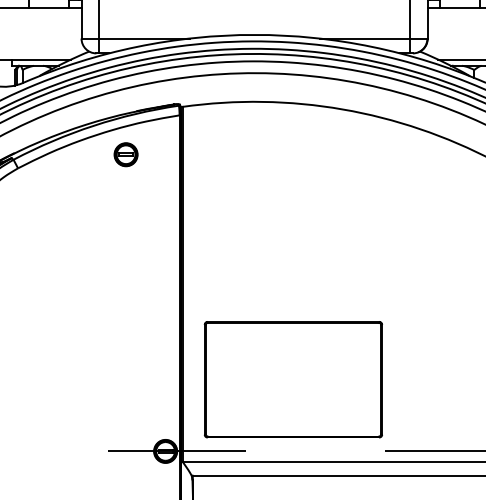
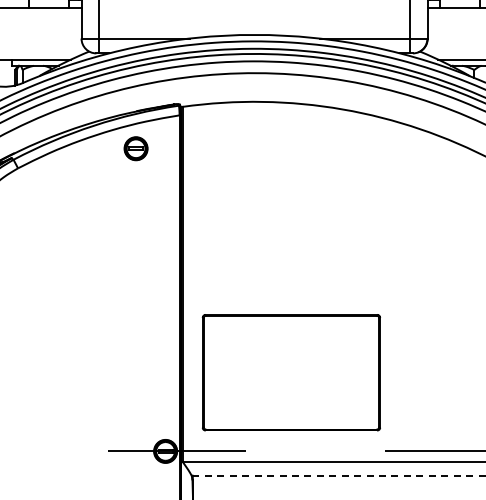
part at (125, 154) position: (125, 154) -> (135, 148)
part at (292, 379) position: (292, 379) -> (290, 372)
line at (339, 475): solid -> dashed
